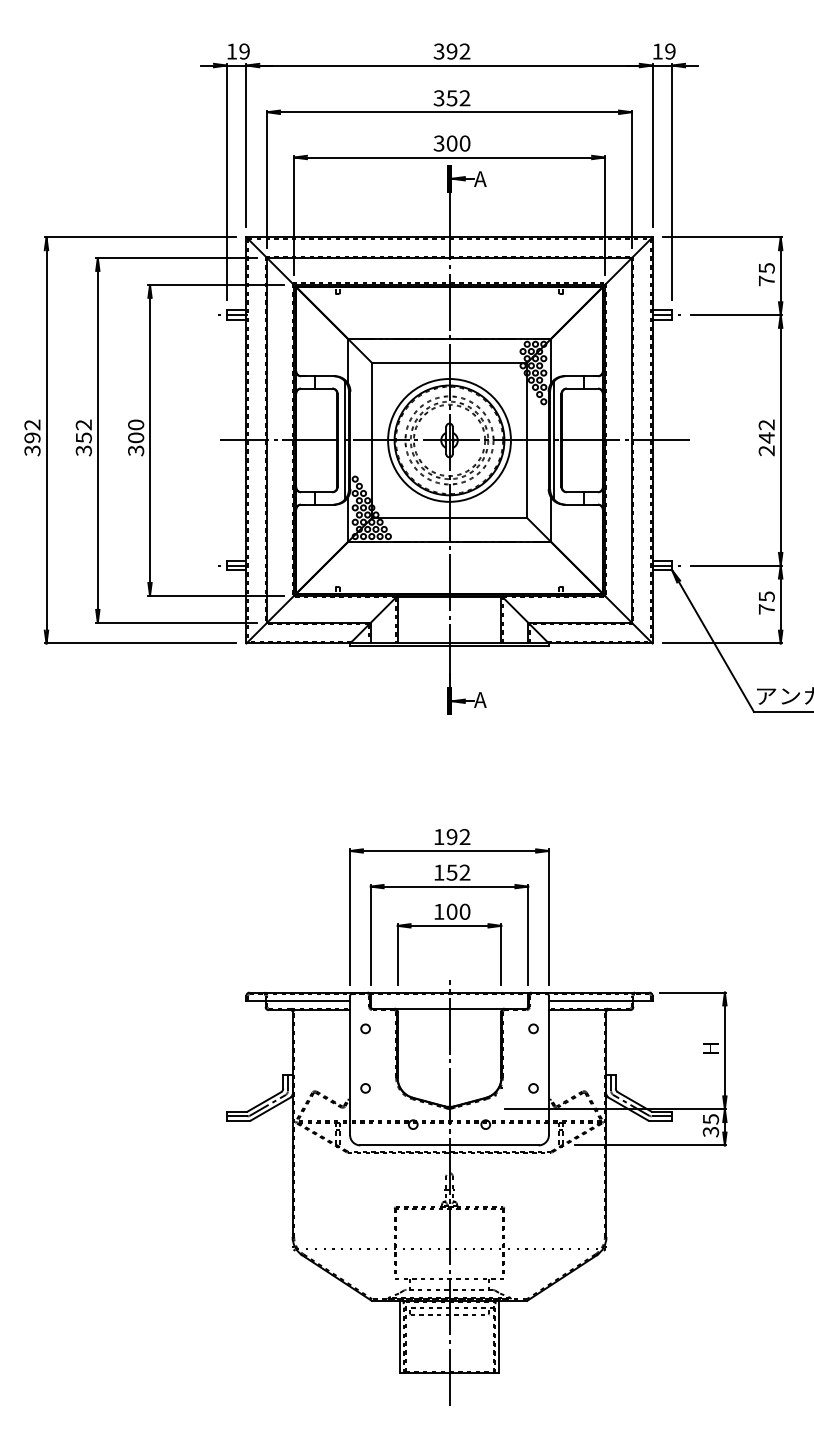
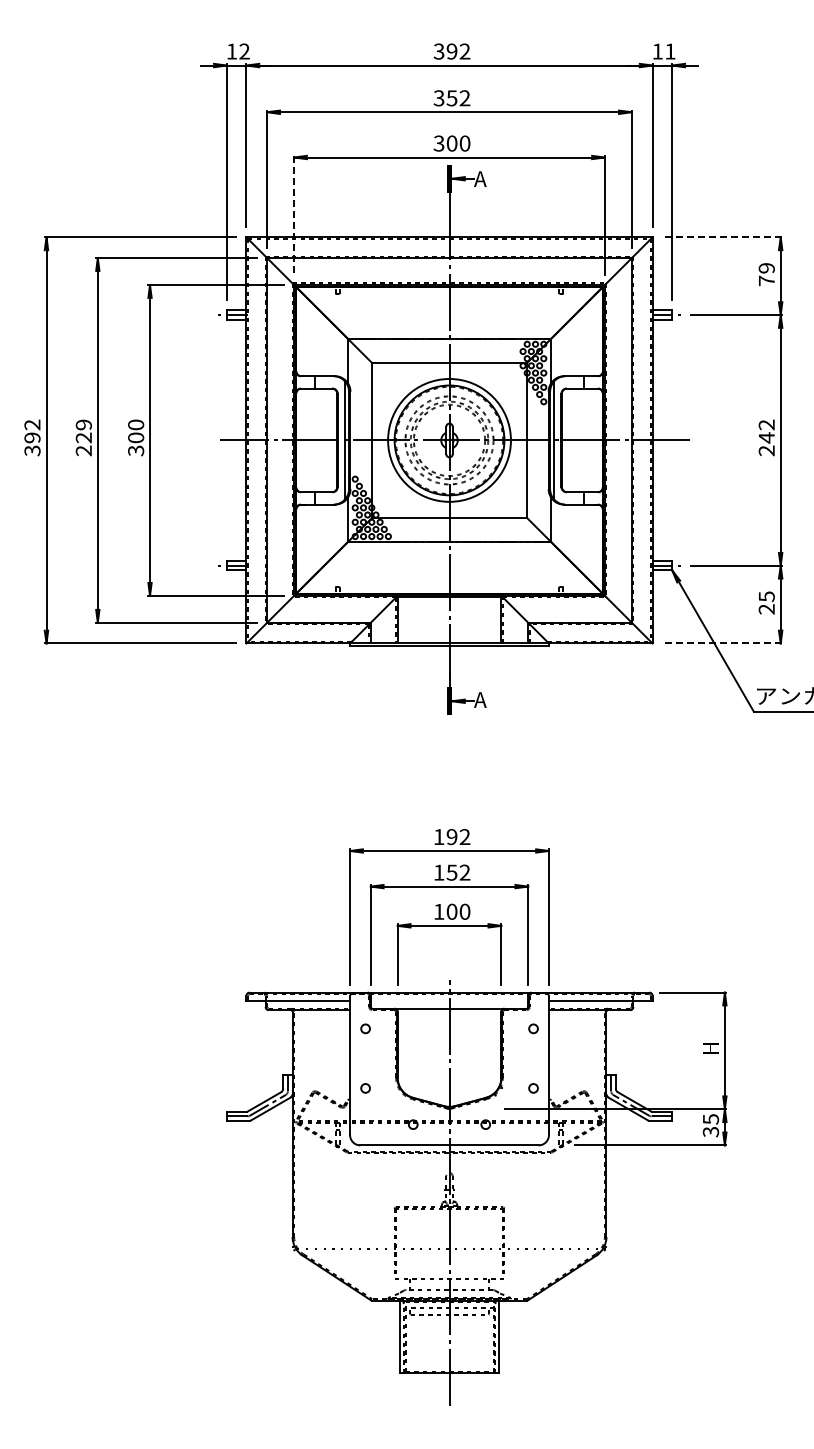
text at (244, 51): 19 -> 12
text at (670, 51): 19 -> 11
line at (294, 215): solid -> dashed
line at (722, 237): solid -> dashed
text at (766, 268): 75 -> 79
text at (83, 437): 352 -> 229
text at (766, 609): 75 -> 25
line at (722, 643): solid -> dashed
